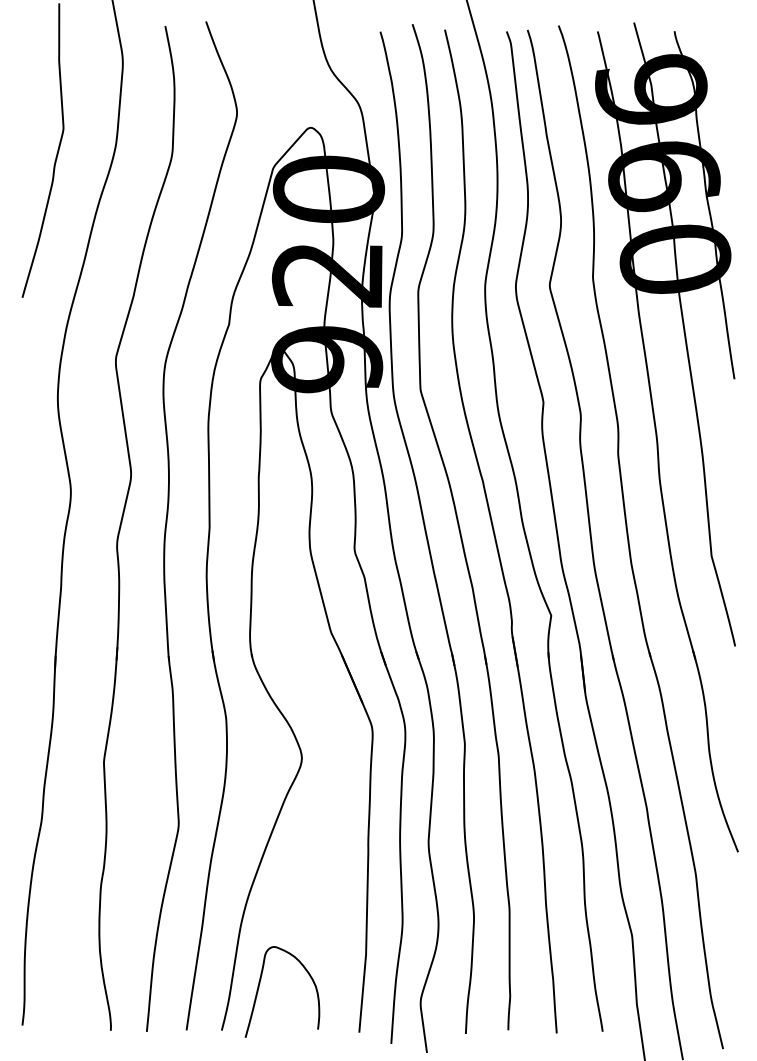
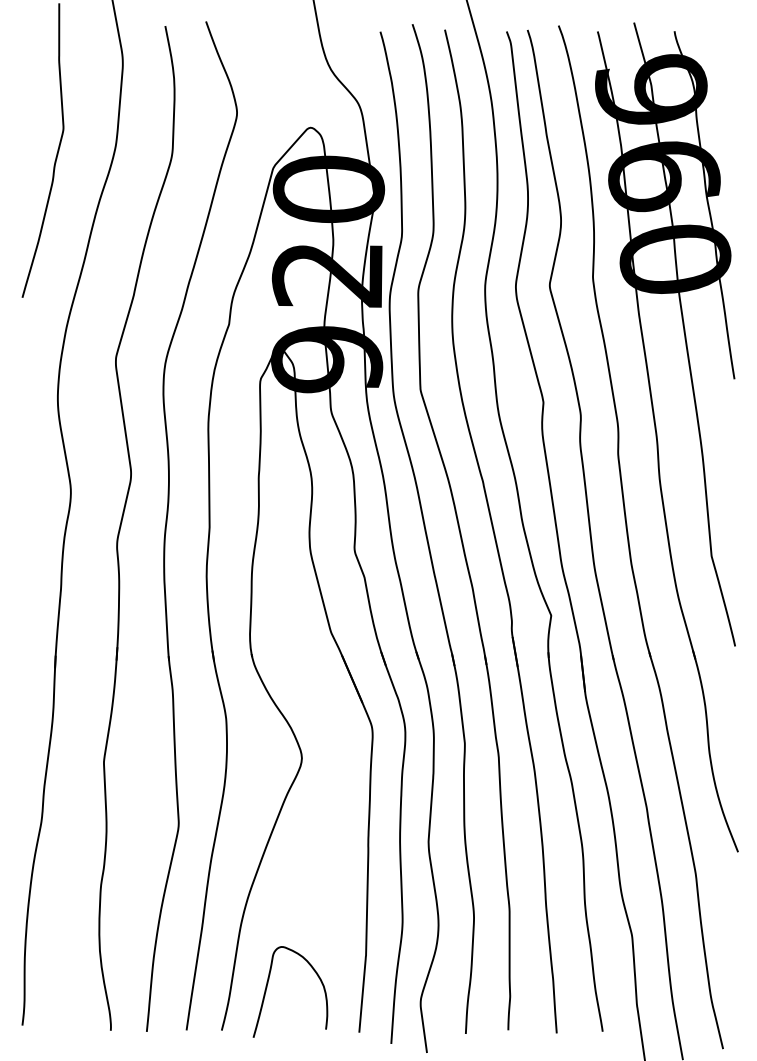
curve at (259, 987) position: (259, 987) -> (267, 987)
